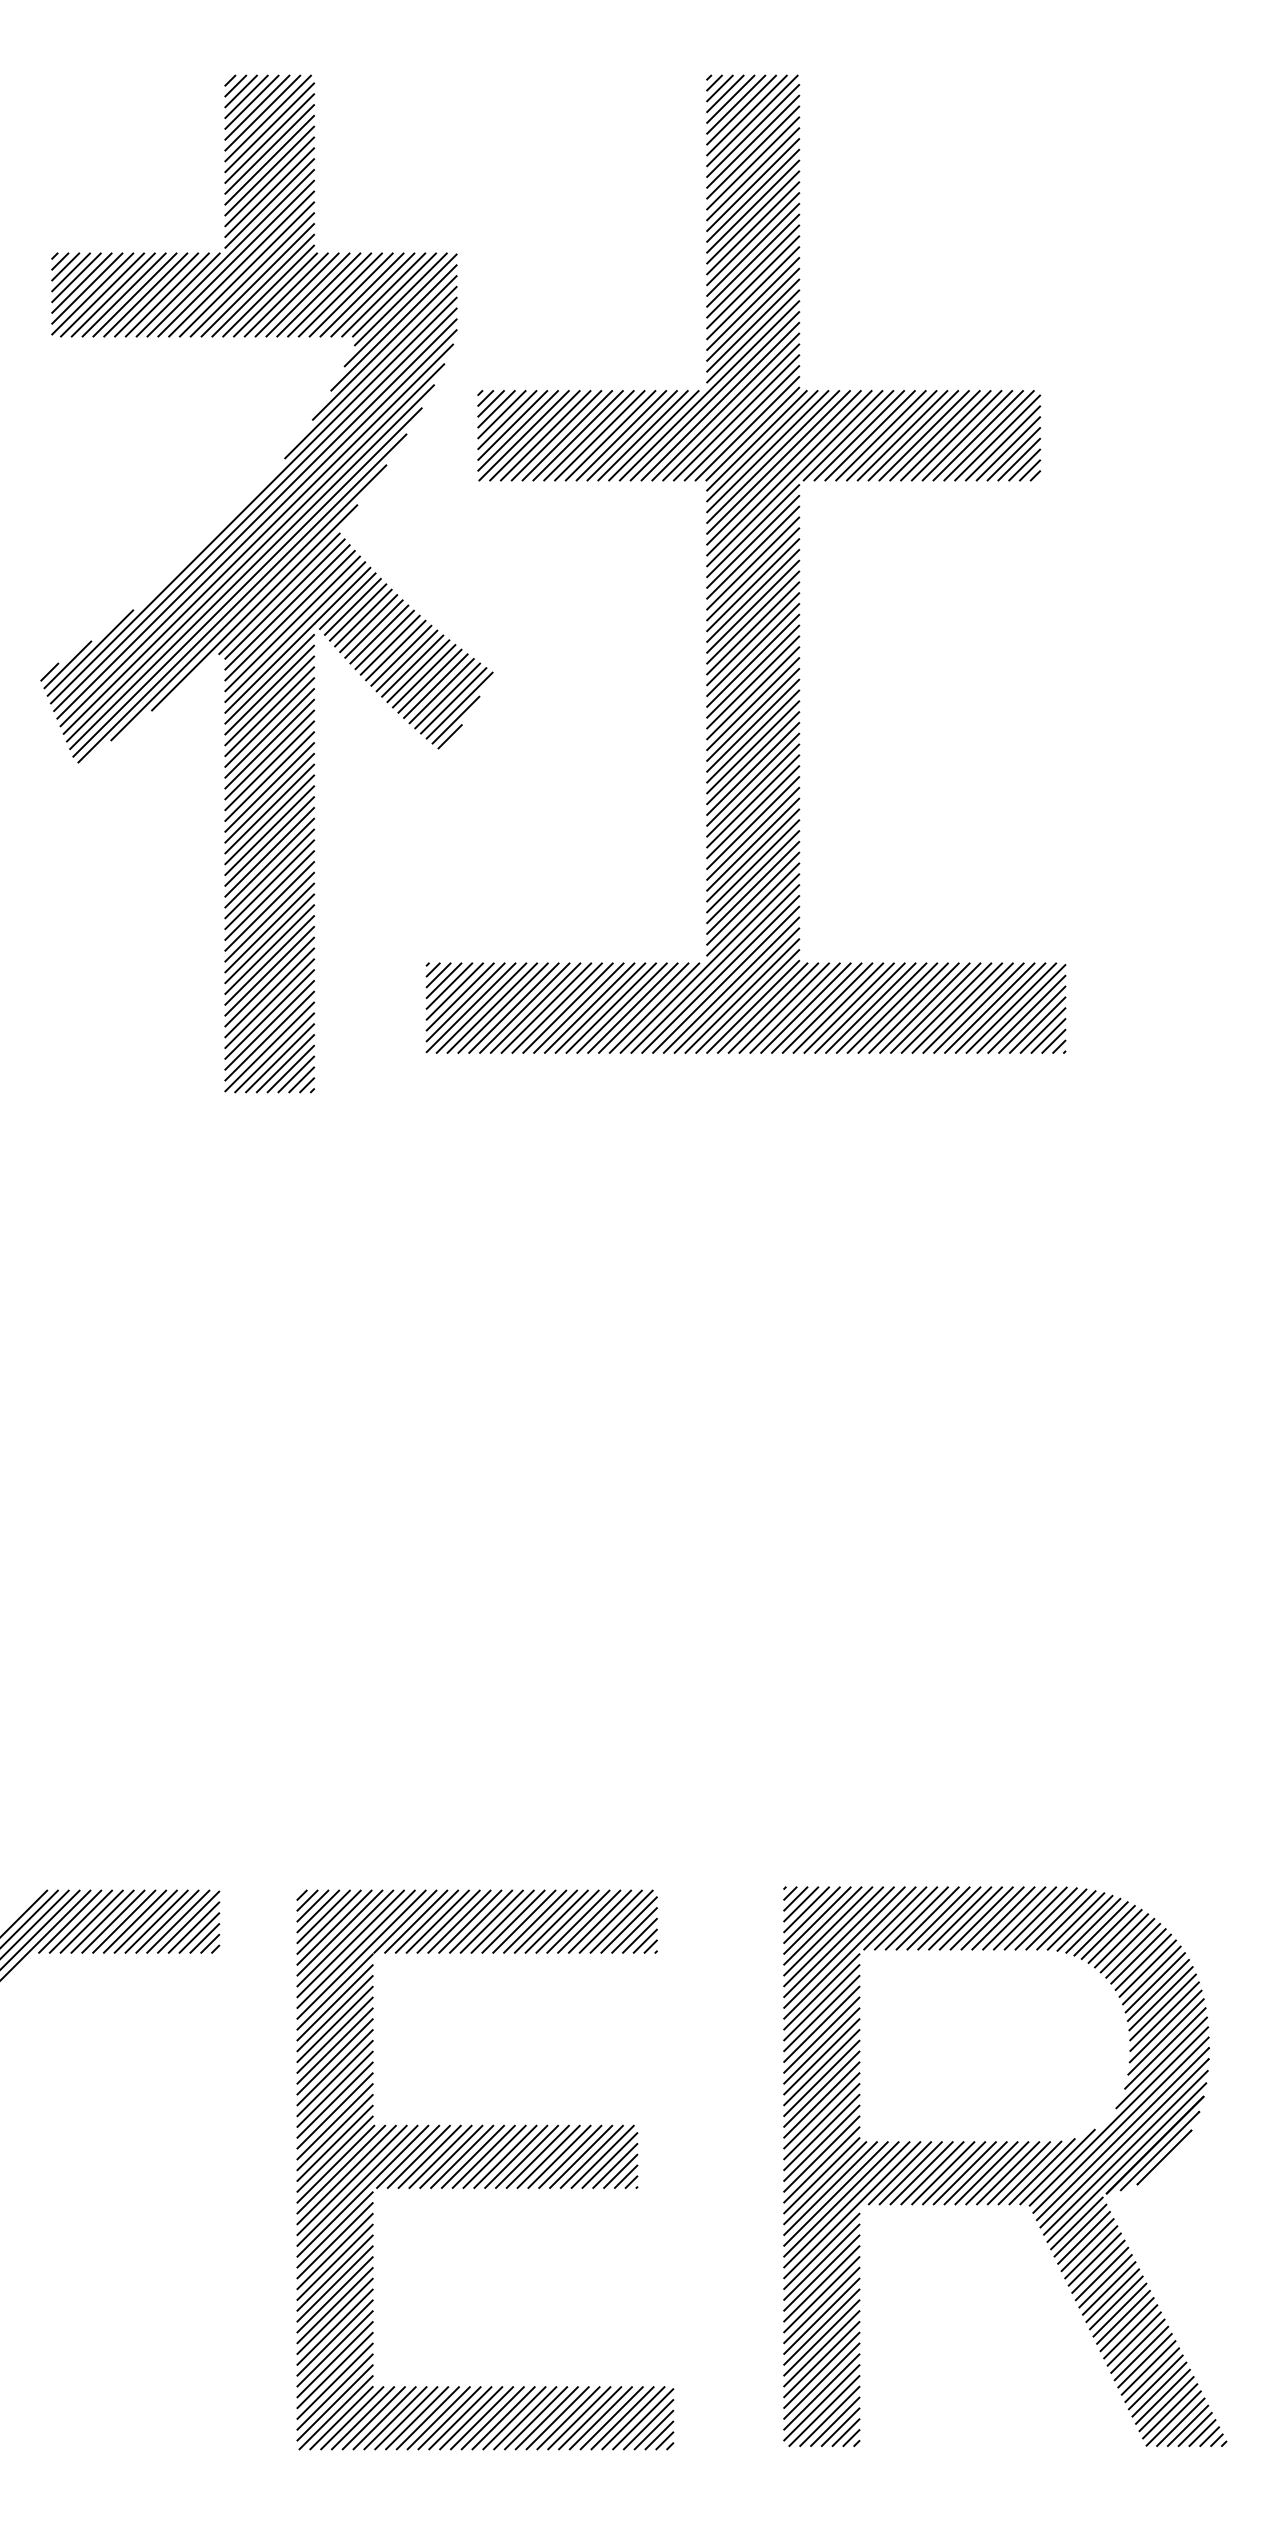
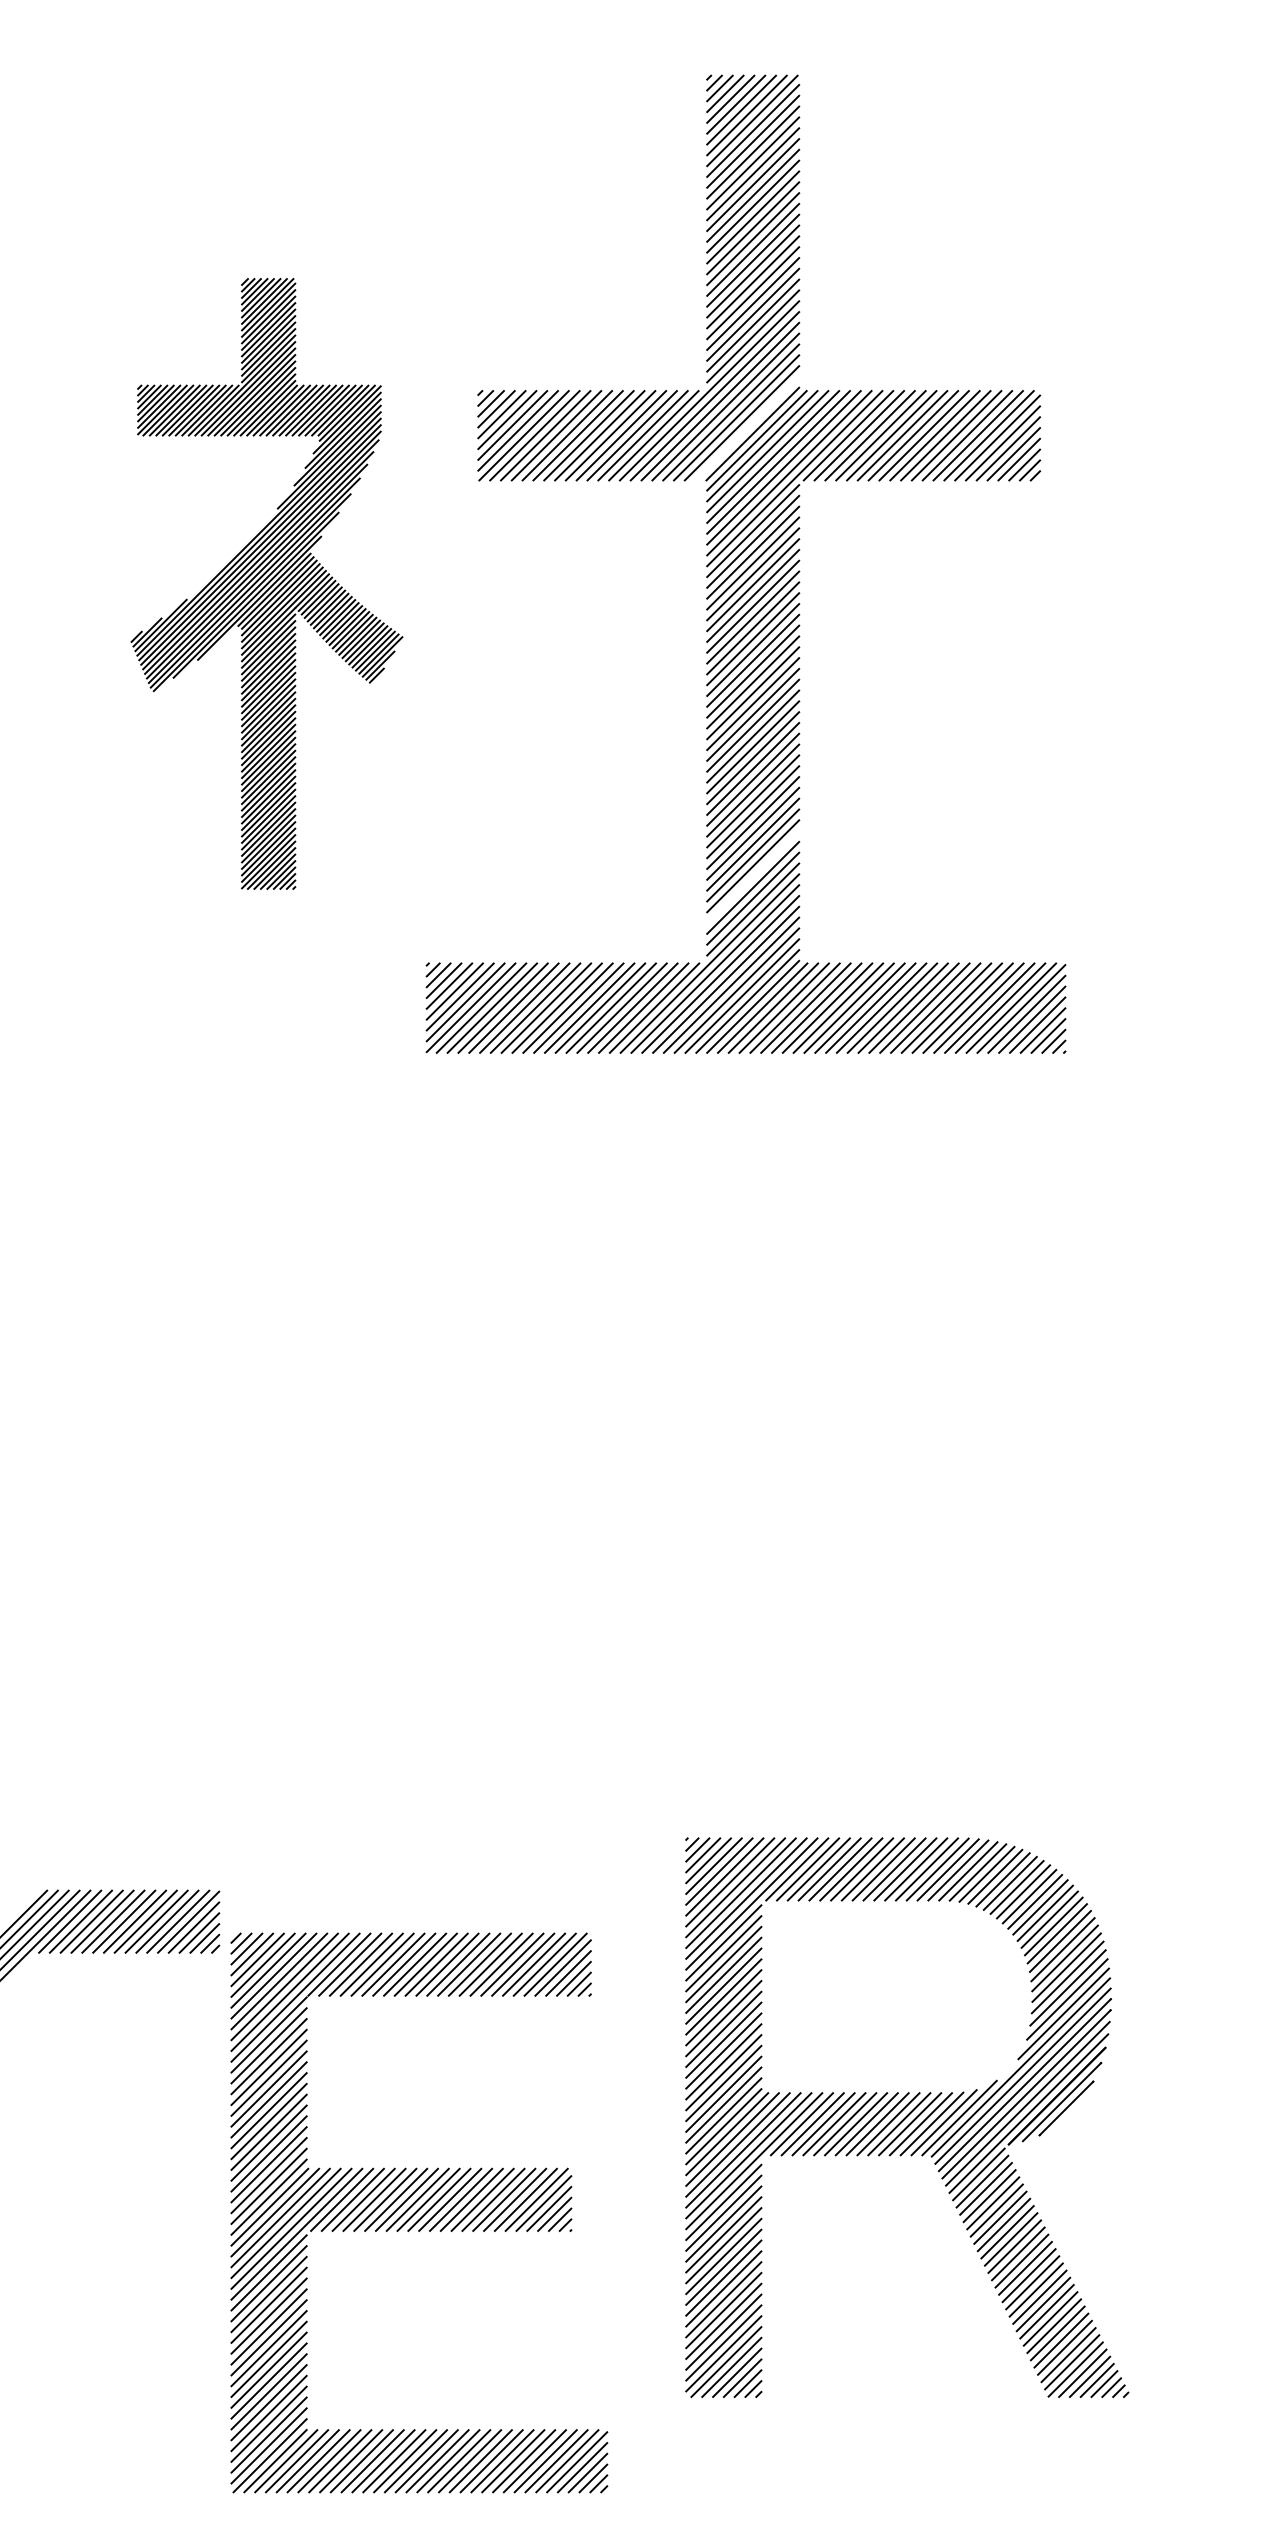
line at (747, 428): present -> none
part at (266, 583) size: 454x1020 px -> 274x612 px
line at (753, 877): present -> none
part at (1005, 2166) position: (1005, 2166) -> (907, 2117)
part at (485, 2169) position: (485, 2169) -> (419, 2212)
